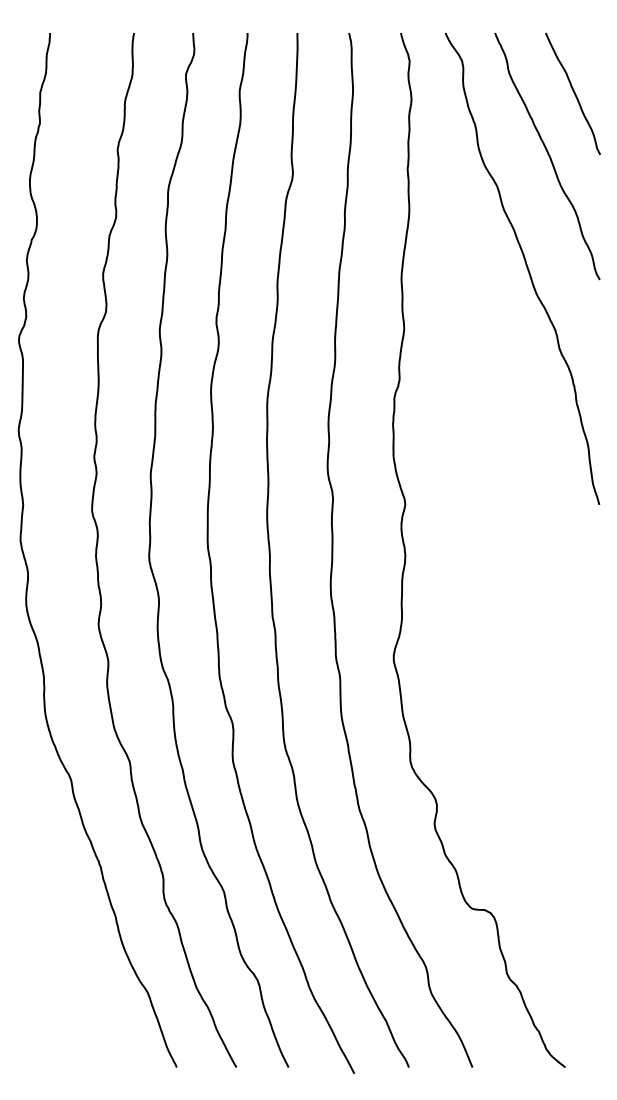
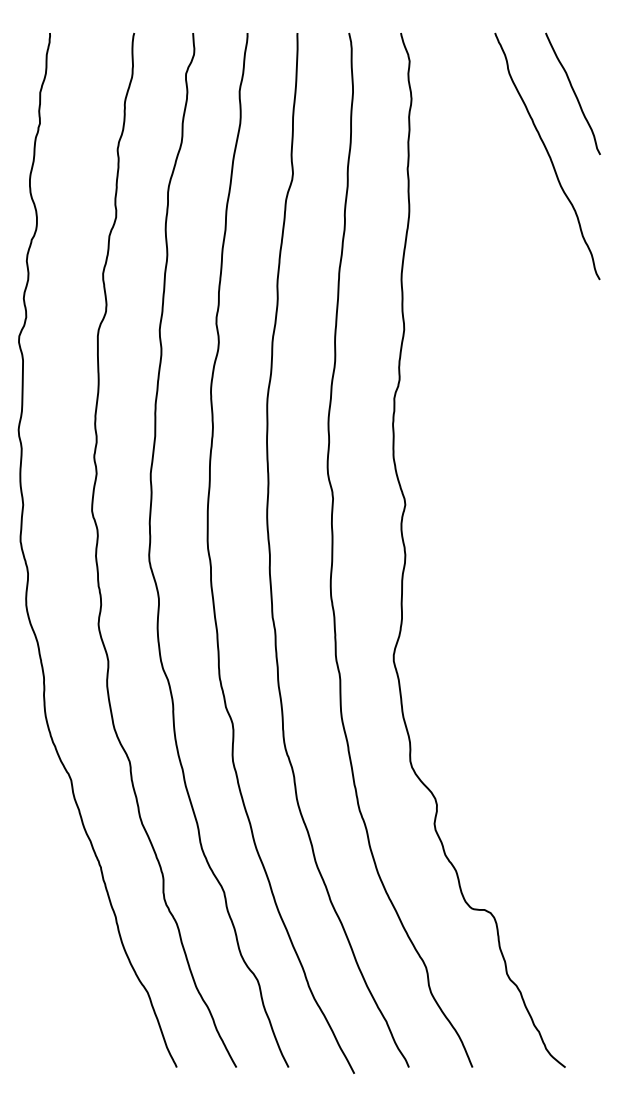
curve at (526, 268): present -> none
